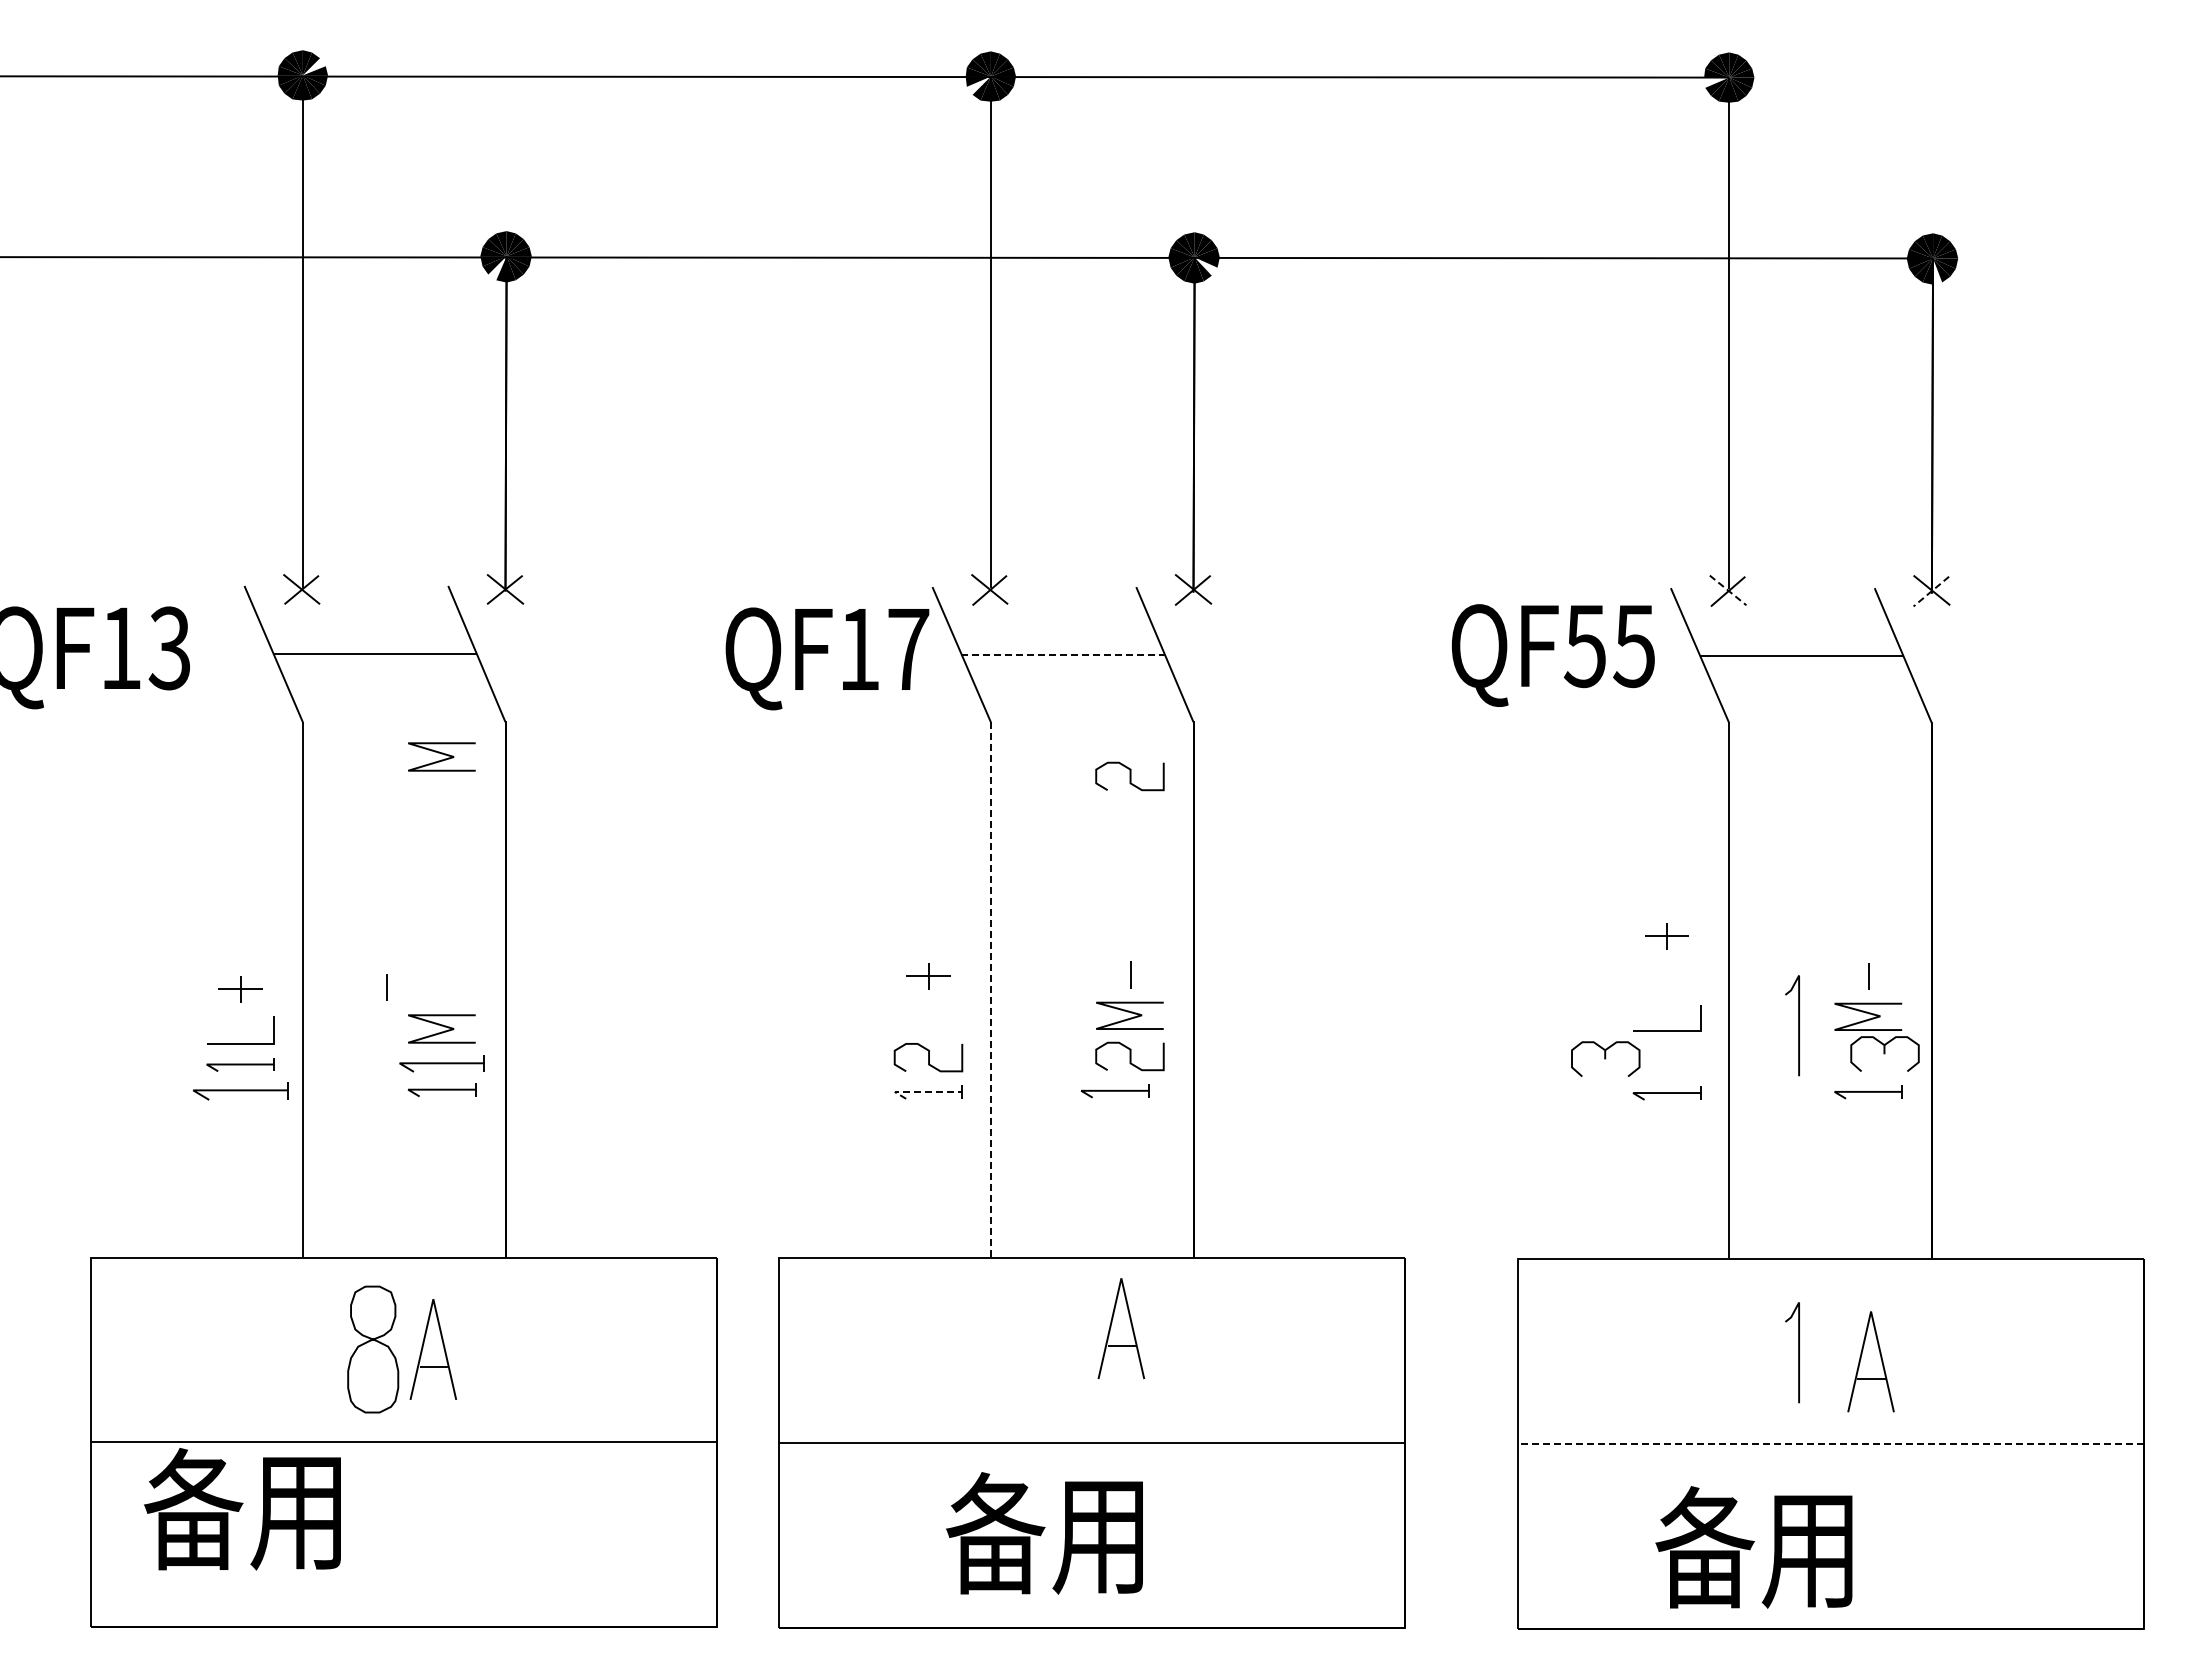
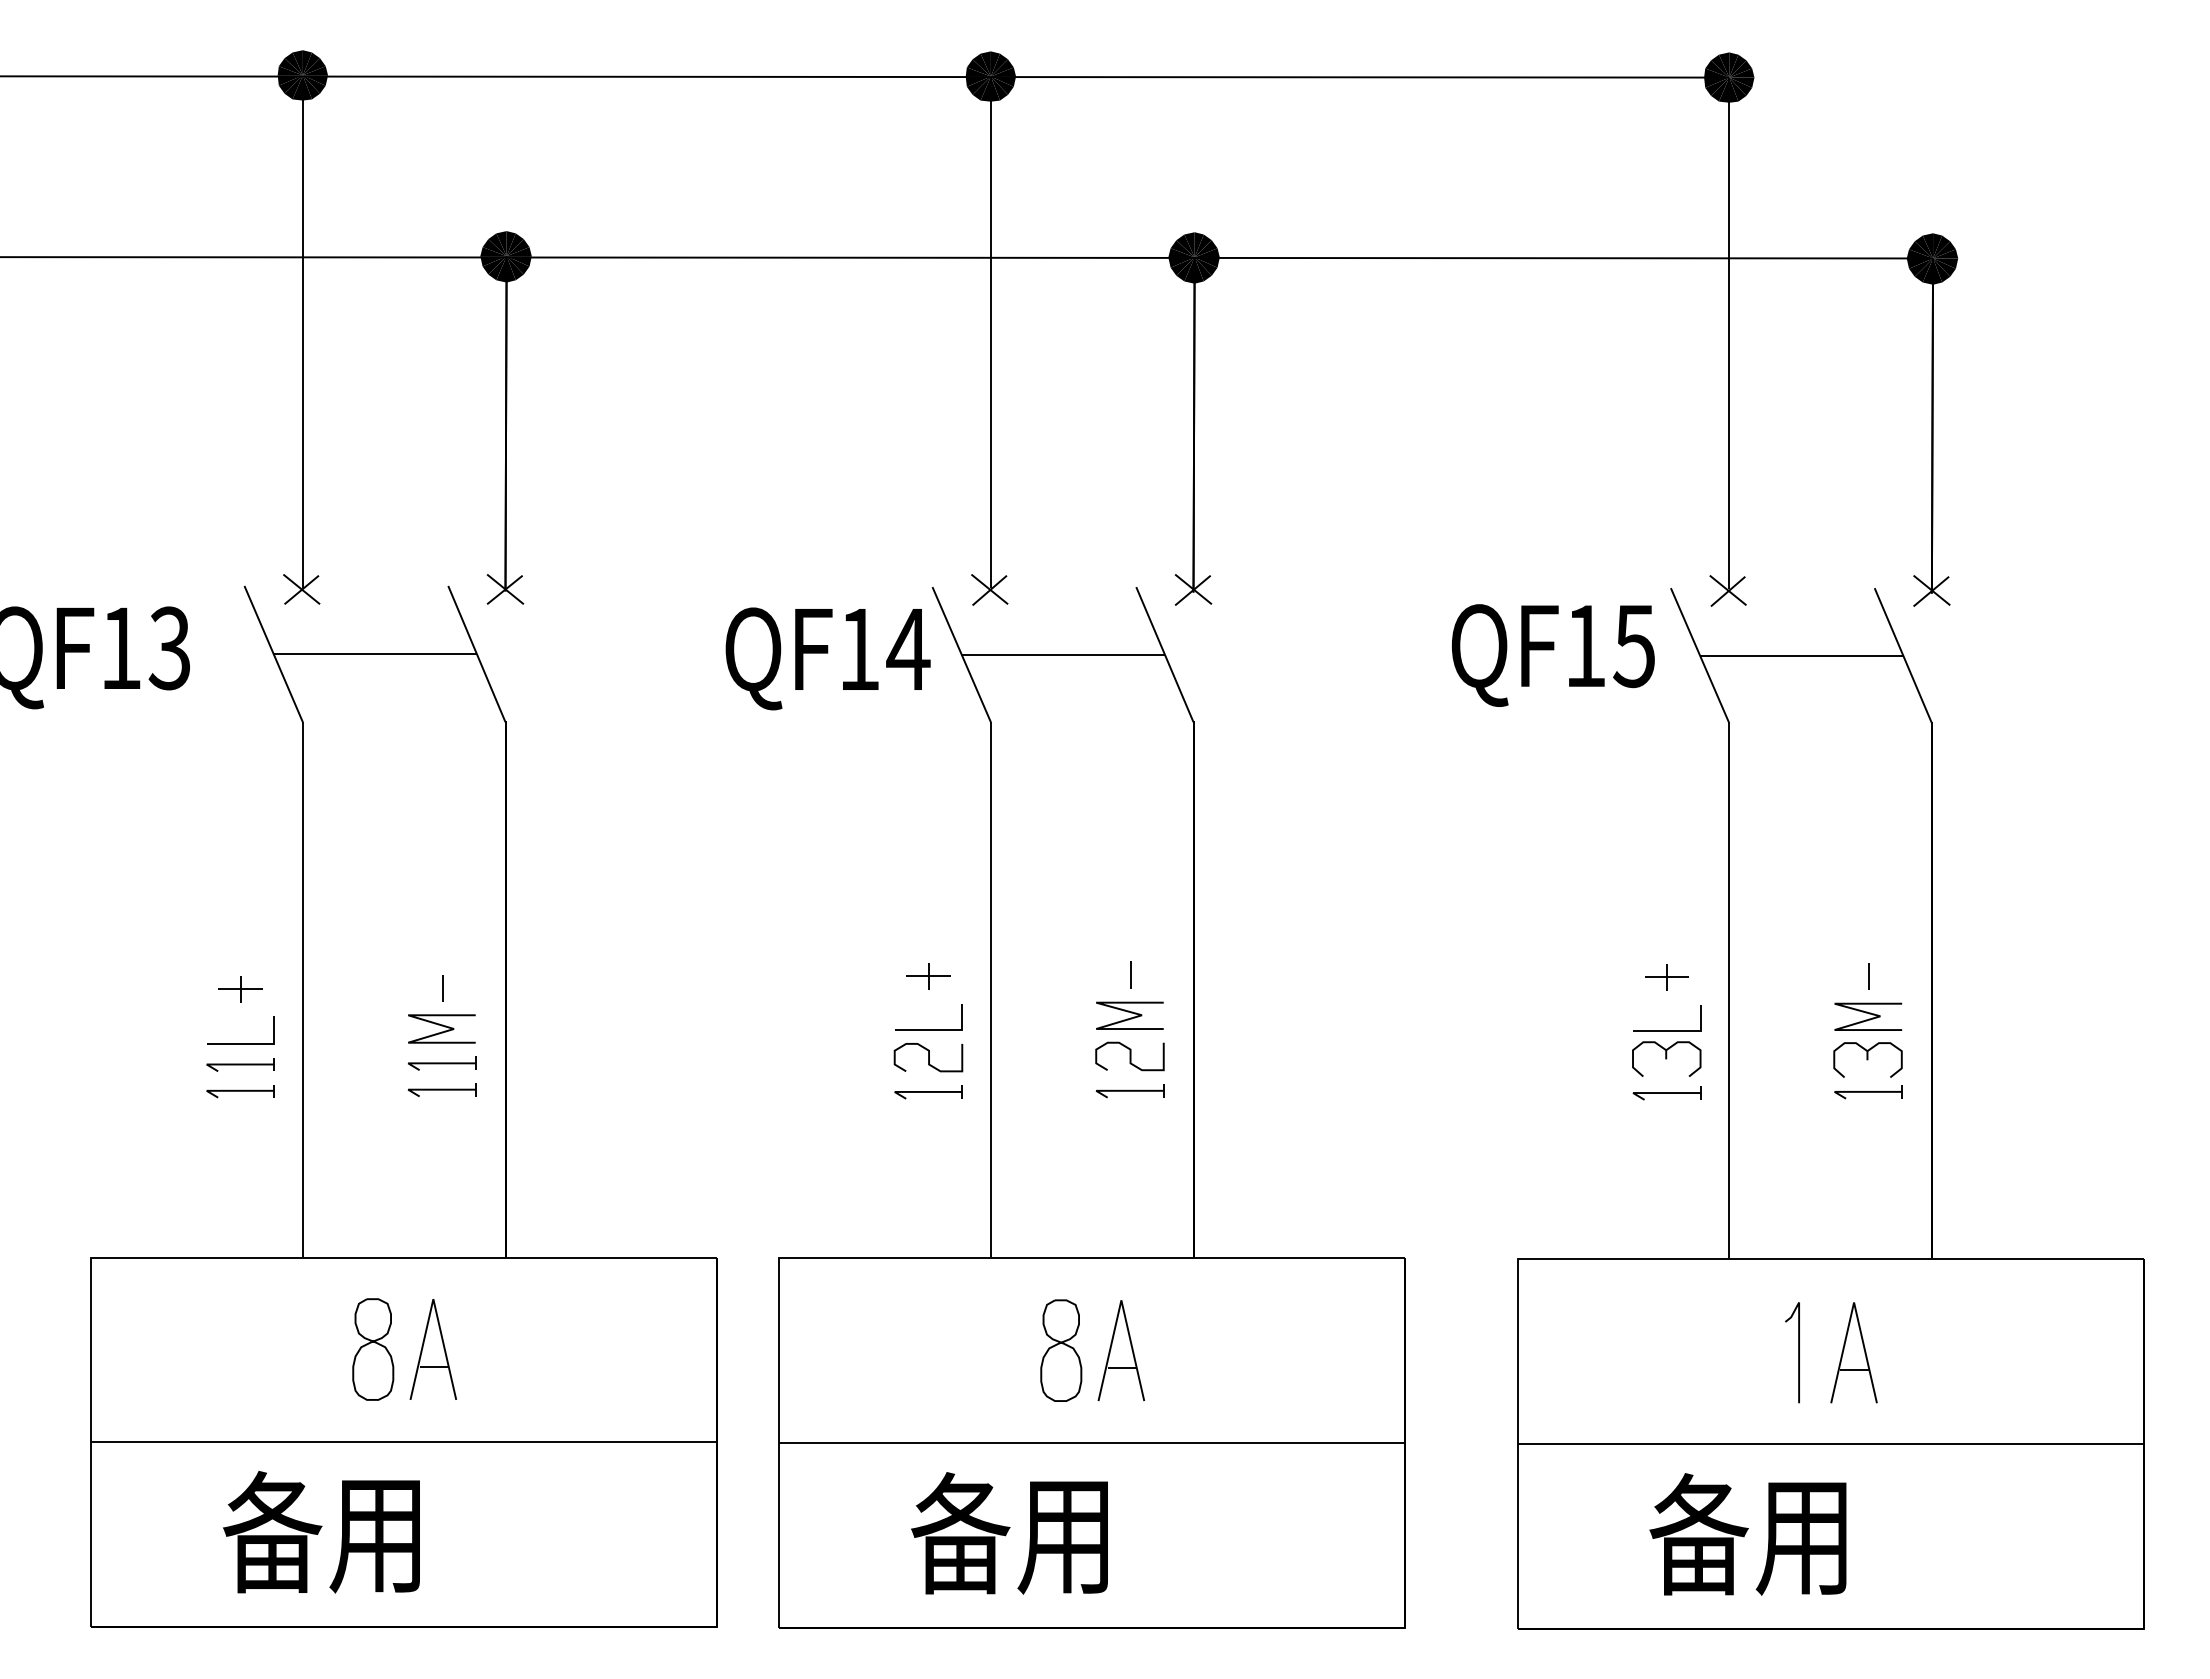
fill at (313, 66): none -> present
fill at (1716, 82): none -> present
fill at (978, 85): none -> present
fill at (1205, 266): none -> present
fill at (497, 268): none -> present
fill at (1937, 271): none -> present
line at (1728, 590): dashed -> solid
line at (1930, 591): dashed -> solid
text at (1584, 646): QF55 -> QF15
text at (908, 649): QF17 -> QF14
line at (1063, 654): dashed -> solid
line at (441, 754): present -> none
curve at (1129, 776): present -> none
part at (1666, 936) position: (1666, 936) -> (1666, 977)
line at (386, 987) position: (386, 987) -> (442, 988)
line at (990, 990): dashed -> solid
line at (1798, 1025): present -> none
line at (928, 1029): none -> present
part at (1884, 1053) position: (1884, 1053) -> (1867, 1059)
part at (1605, 1058) position: (1605, 1058) -> (1666, 1058)
part at (441, 1063) size: 86x18 px -> 69x15 px
part at (240, 1091) size: 96x19 px -> 69x14 px
line at (921, 1091): dashed -> solid
part at (1114, 1091) position: (1114, 1091) -> (1129, 1091)
part at (1121, 1328) position: (1121, 1328) -> (1121, 1350)
part at (373, 1349) size: 53x129 px -> 43x103 px
part at (1061, 1350): none -> present
part at (1870, 1361) position: (1870, 1361) -> (1853, 1352)
line at (1830, 1444): dashed -> solid
text at (242, 1509) position: (242, 1509) -> (321, 1532)
text at (1044, 1533) position: (1044, 1533) -> (1009, 1533)
text at (1753, 1547) position: (1753, 1547) -> (1747, 1534)
